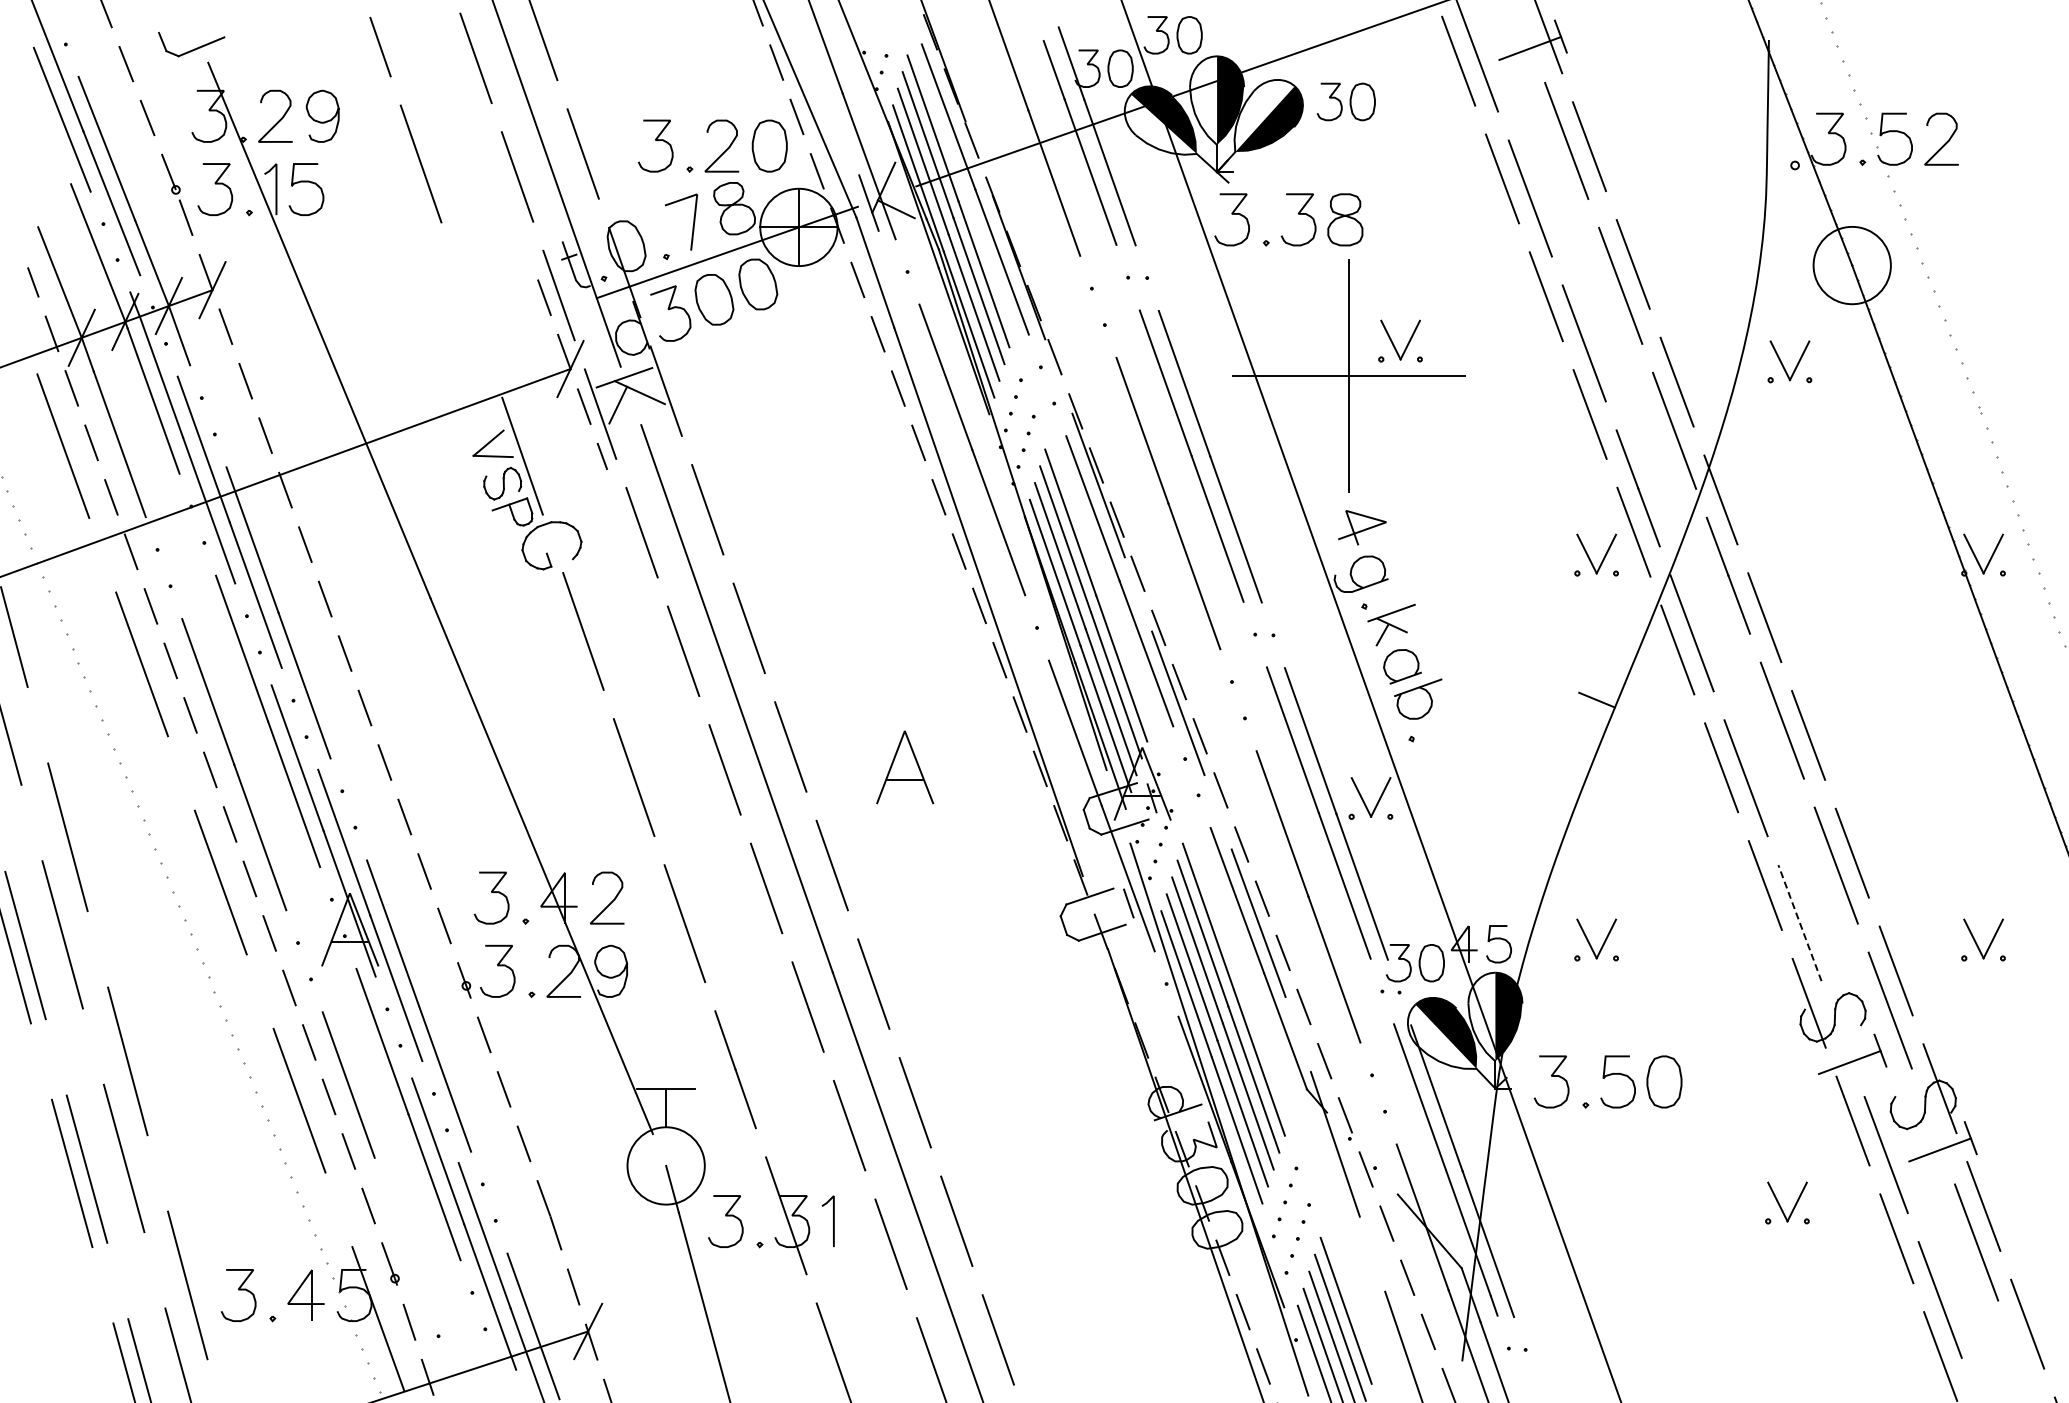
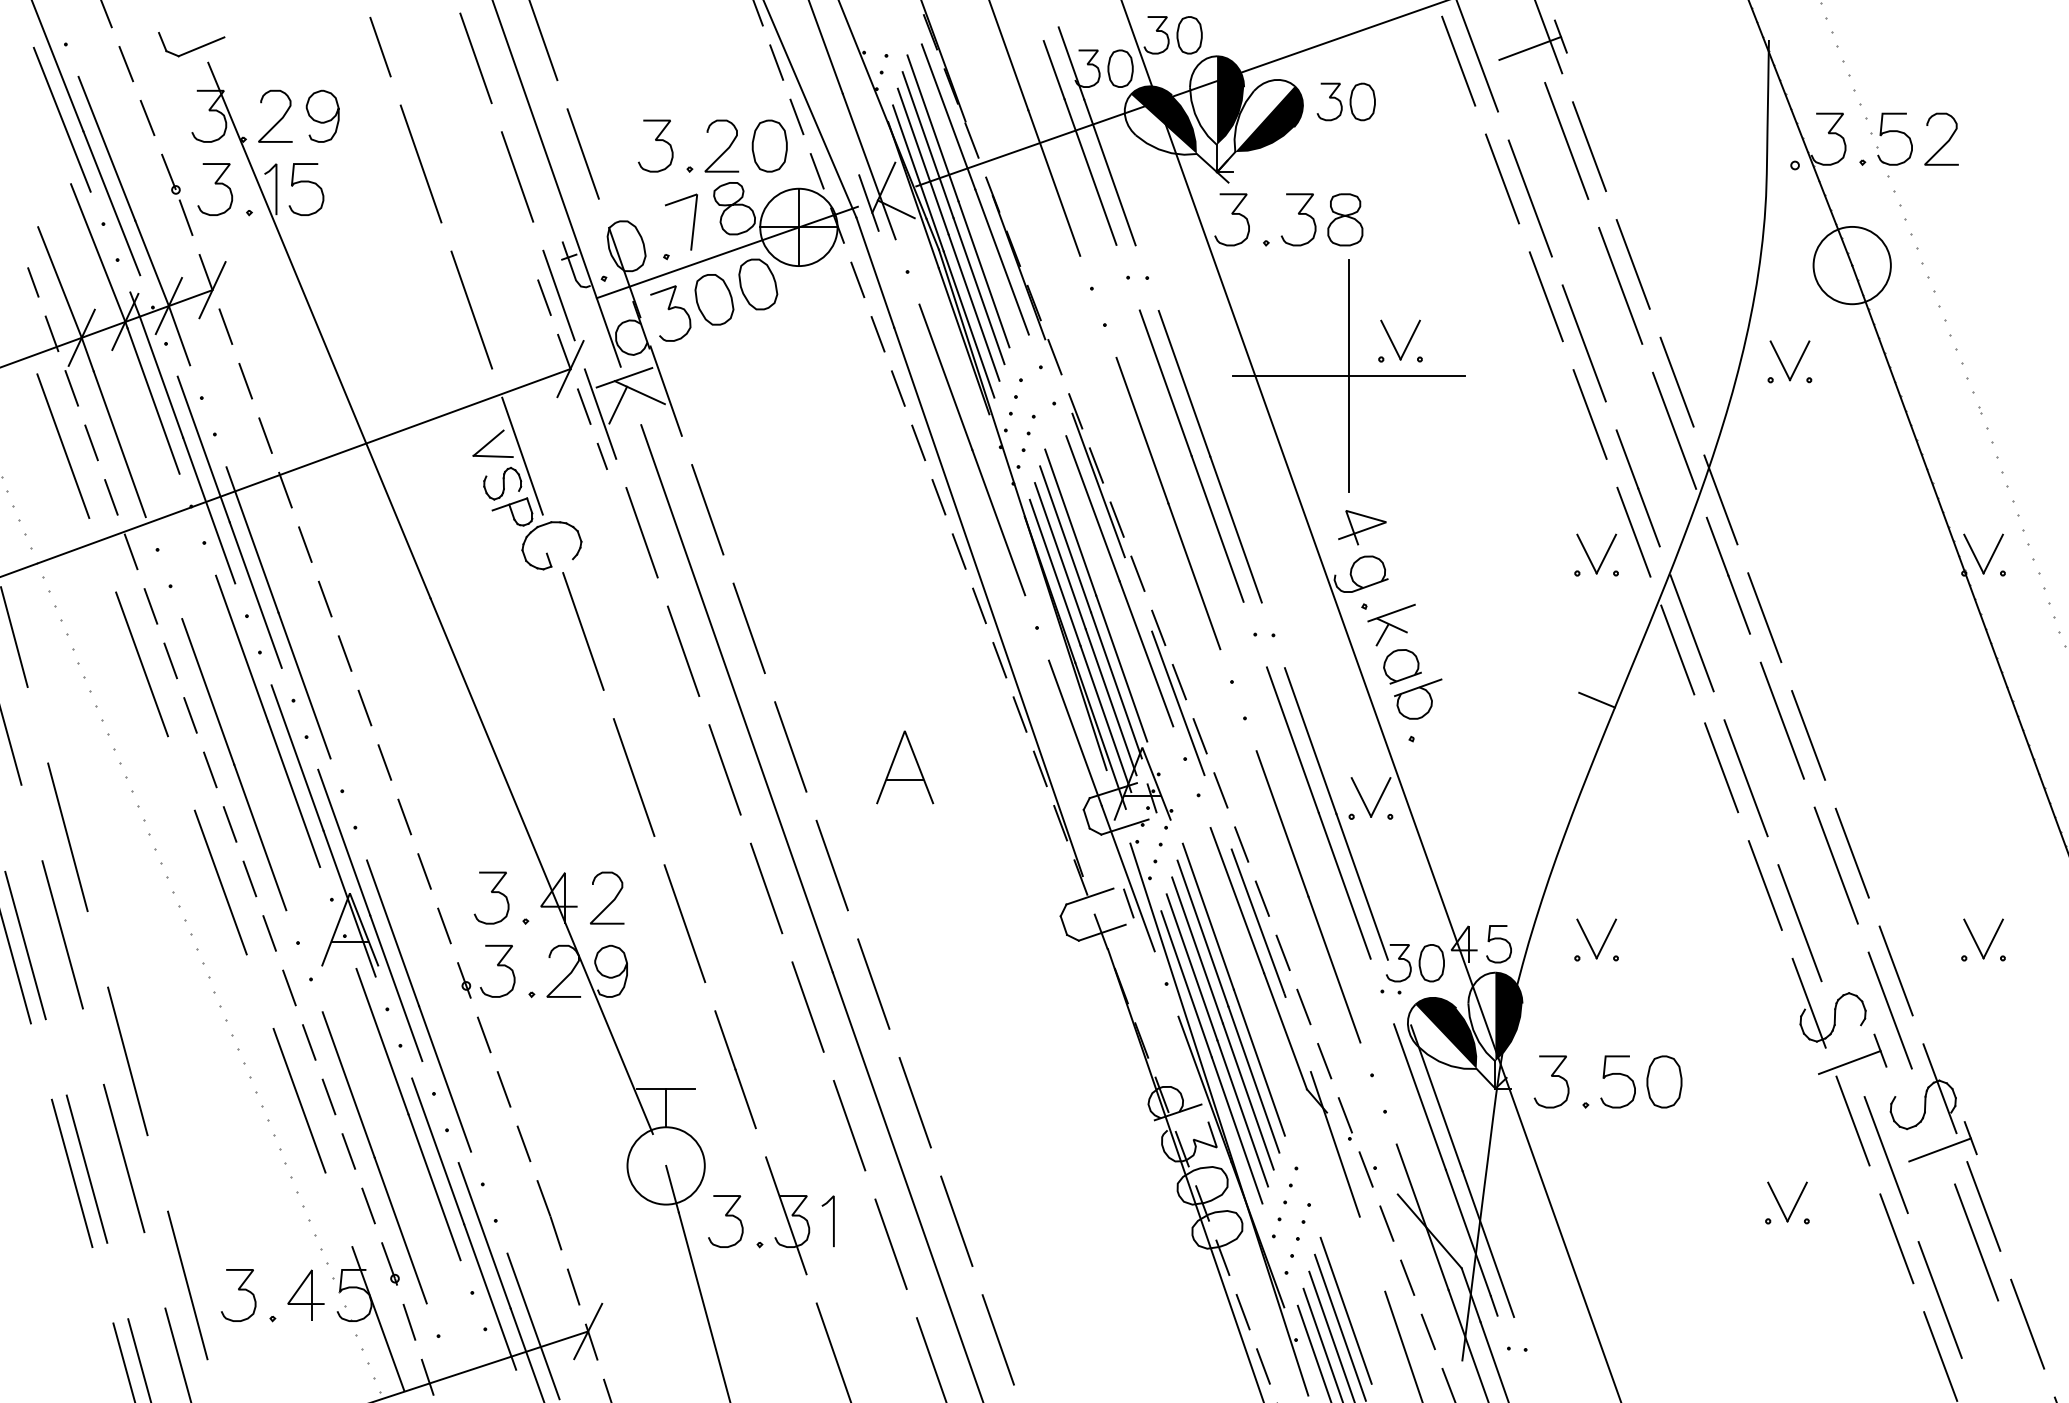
line at (471, 309): none -> present
line at (1799, 923): dashed -> solid
line at (400, 1230): none -> present
